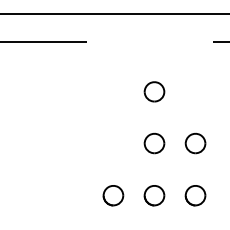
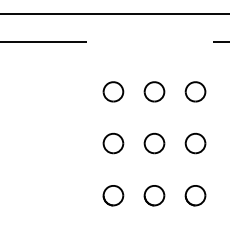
part at (113, 91): none -> present
part at (195, 91): none -> present
part at (113, 143): none -> present
